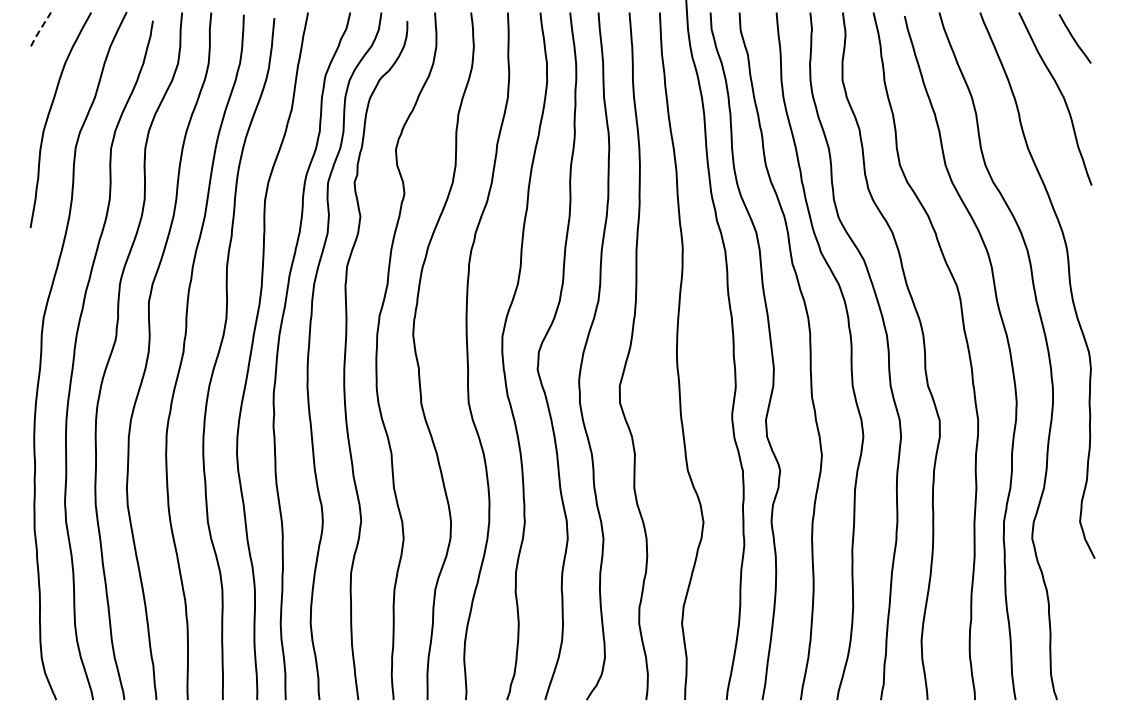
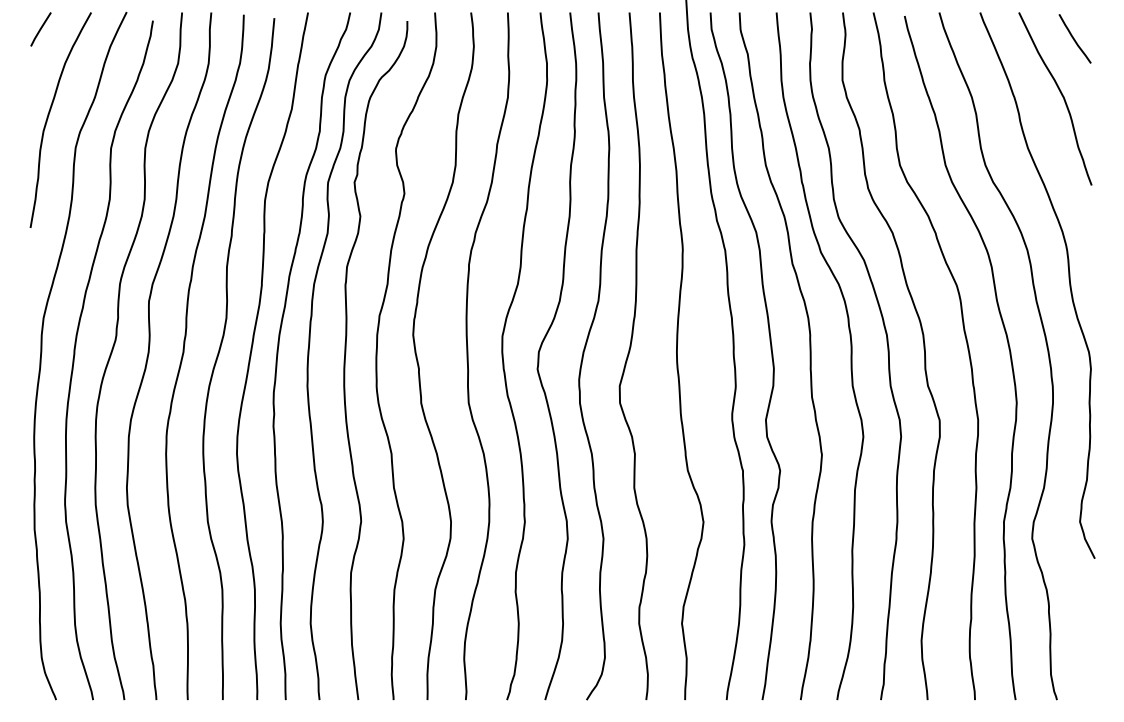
line at (40, 29): dashed -> solid
